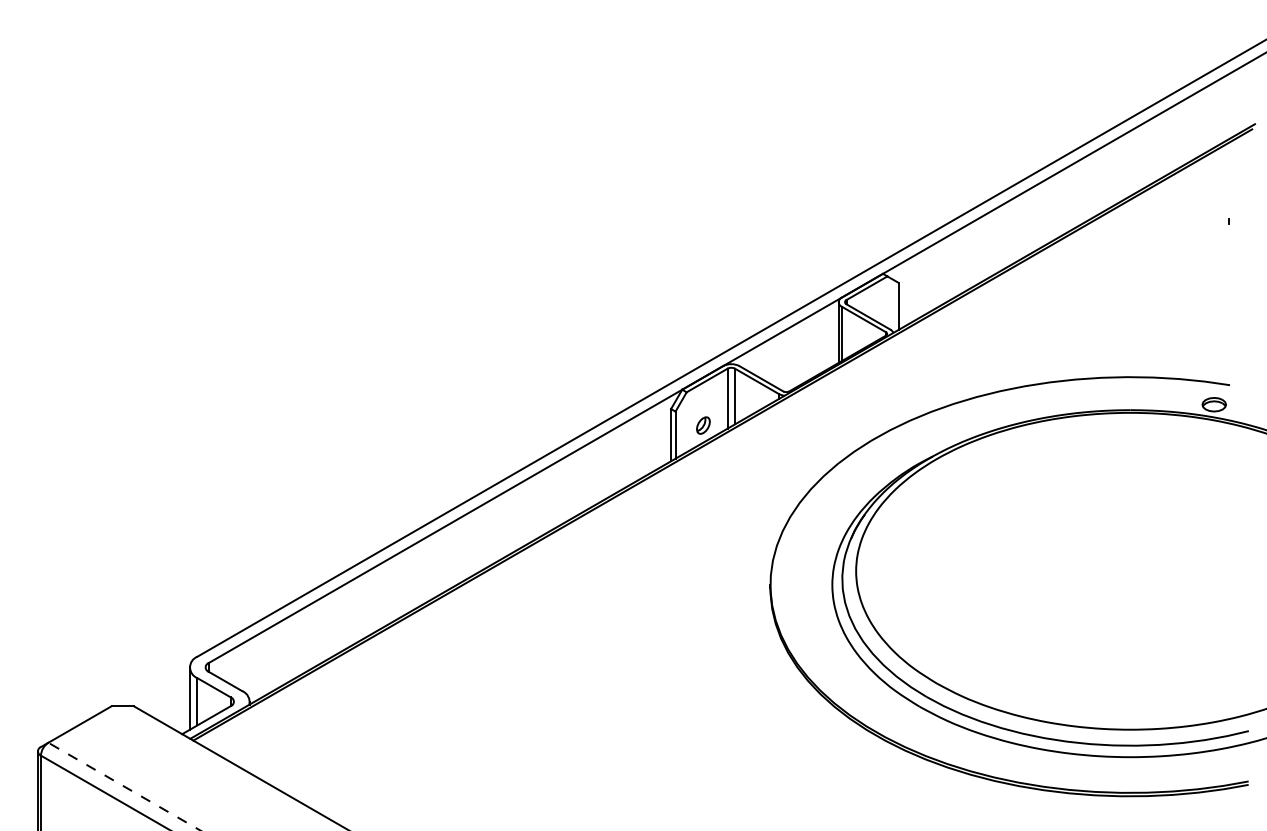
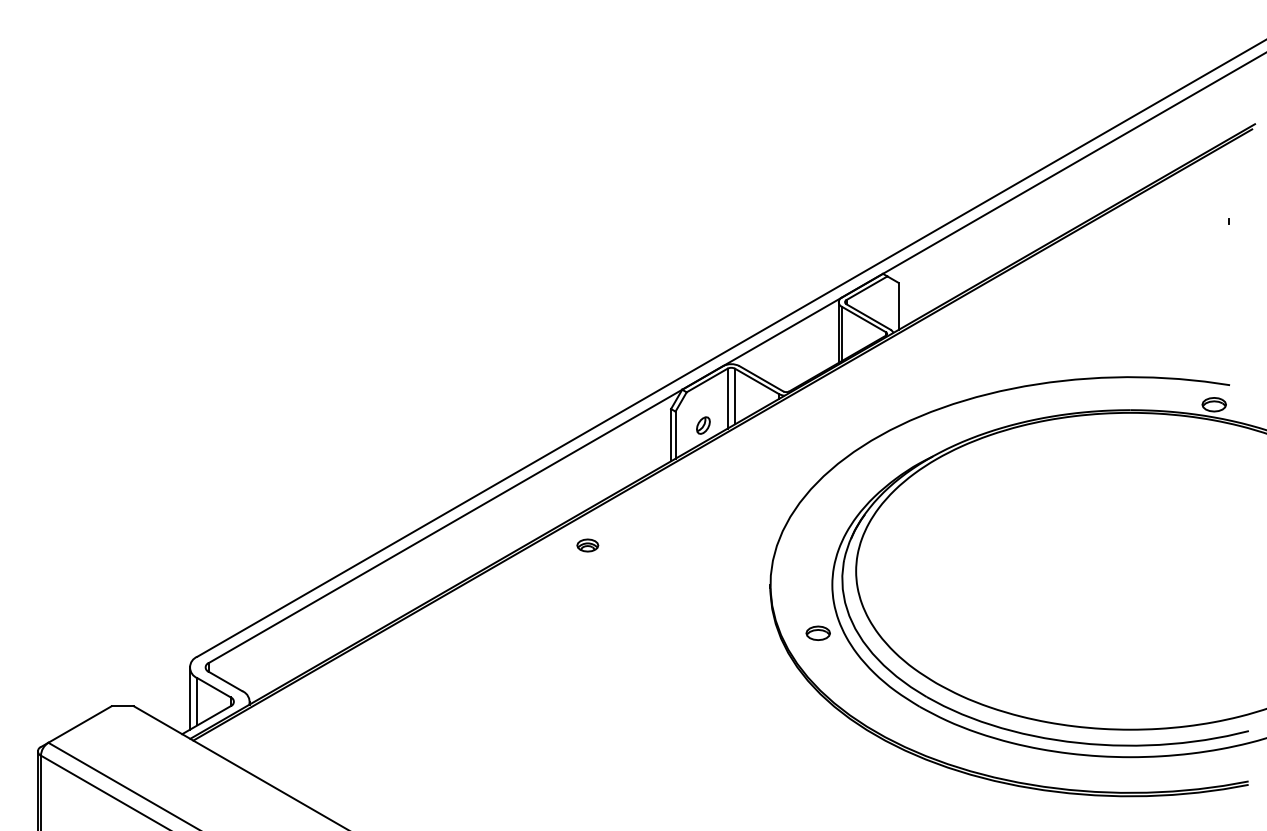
part at (587, 545): none -> present
part at (817, 632): none -> present
line at (124, 786): dashed -> solid
